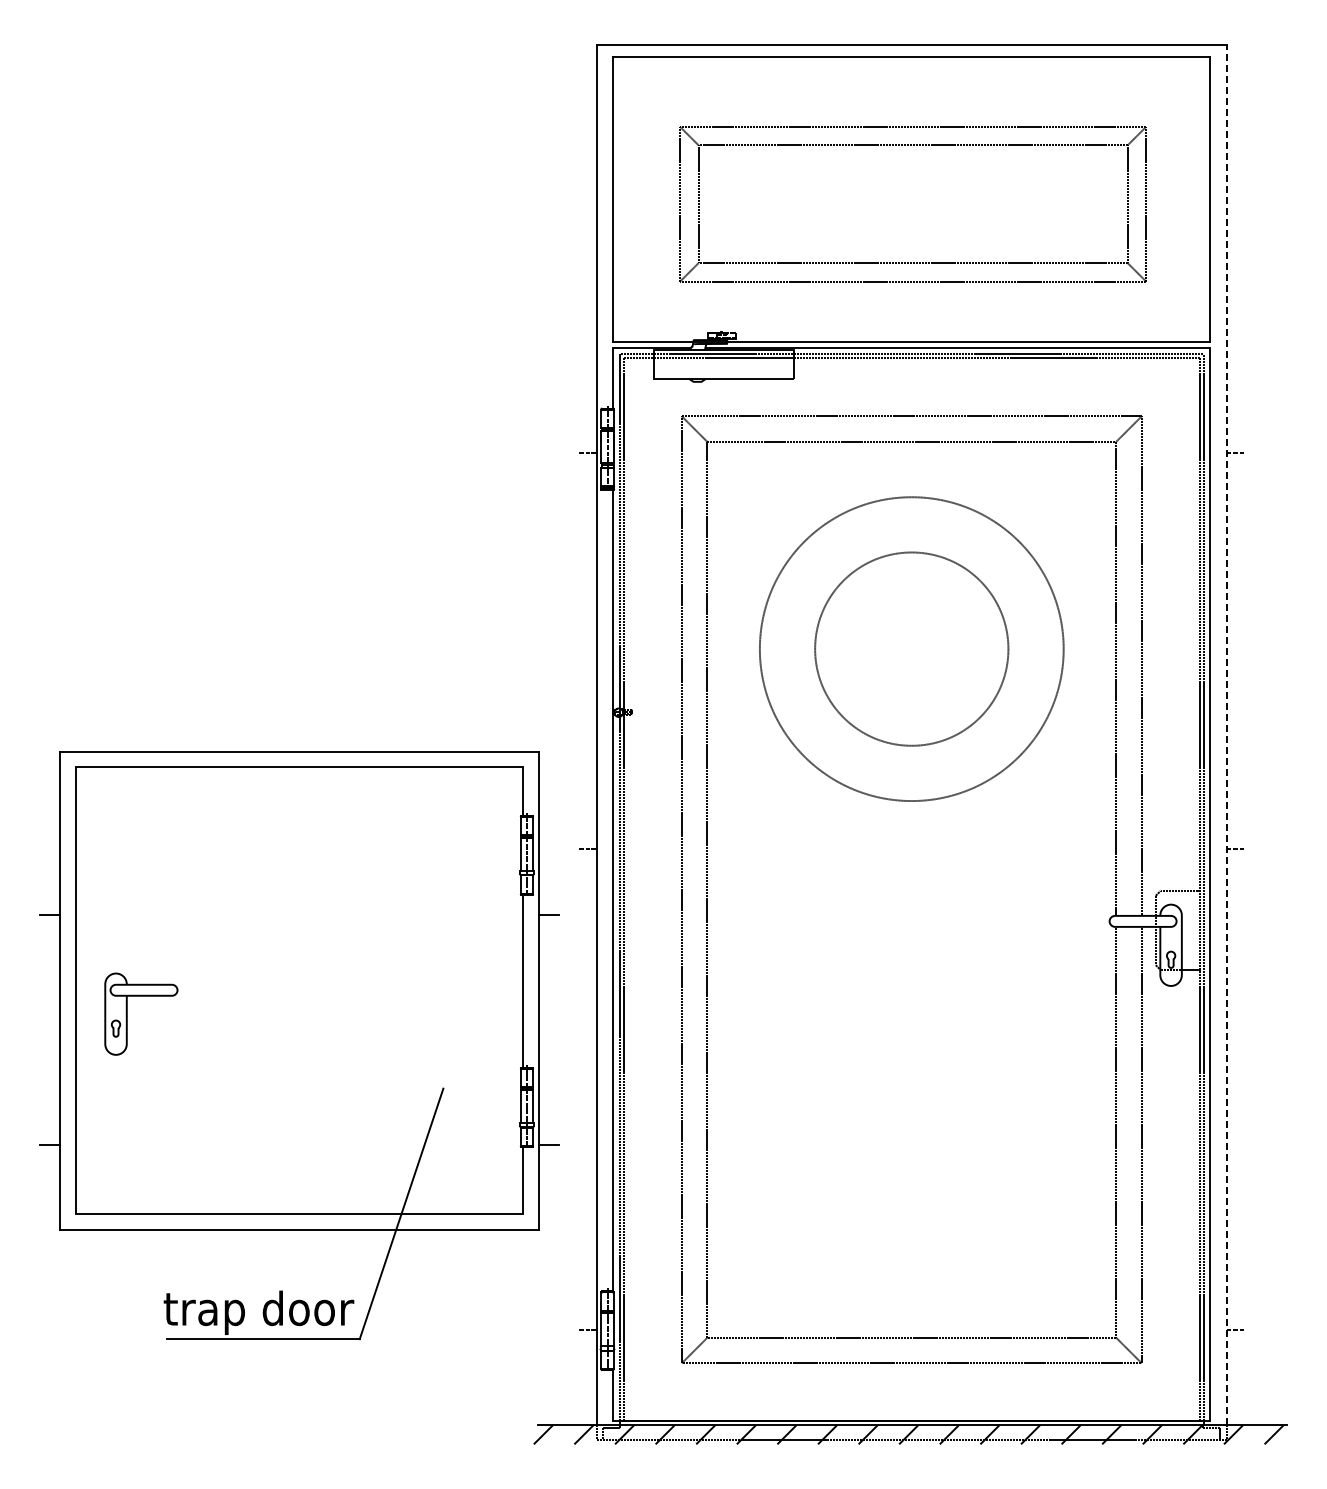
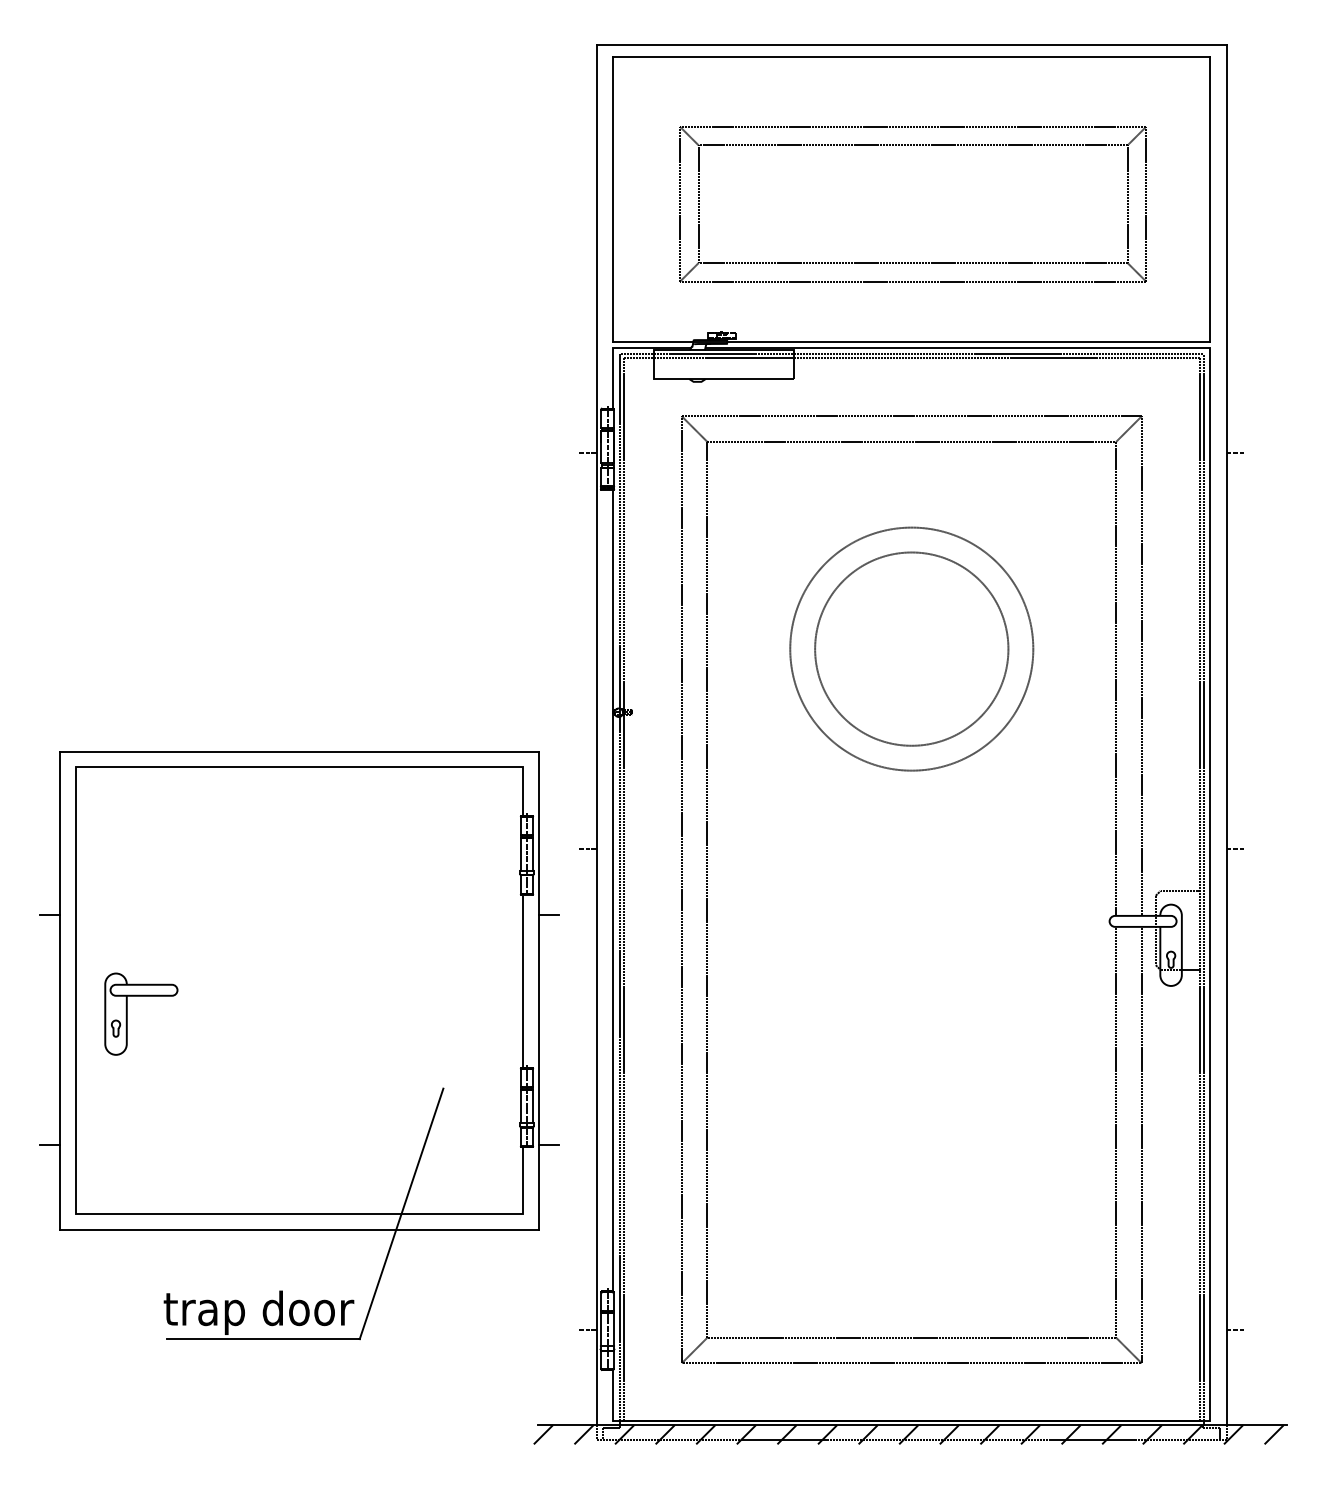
circle at (911, 649) diameter: 304 px -> 243 px
line at (1226, 734): dashed -> solid
